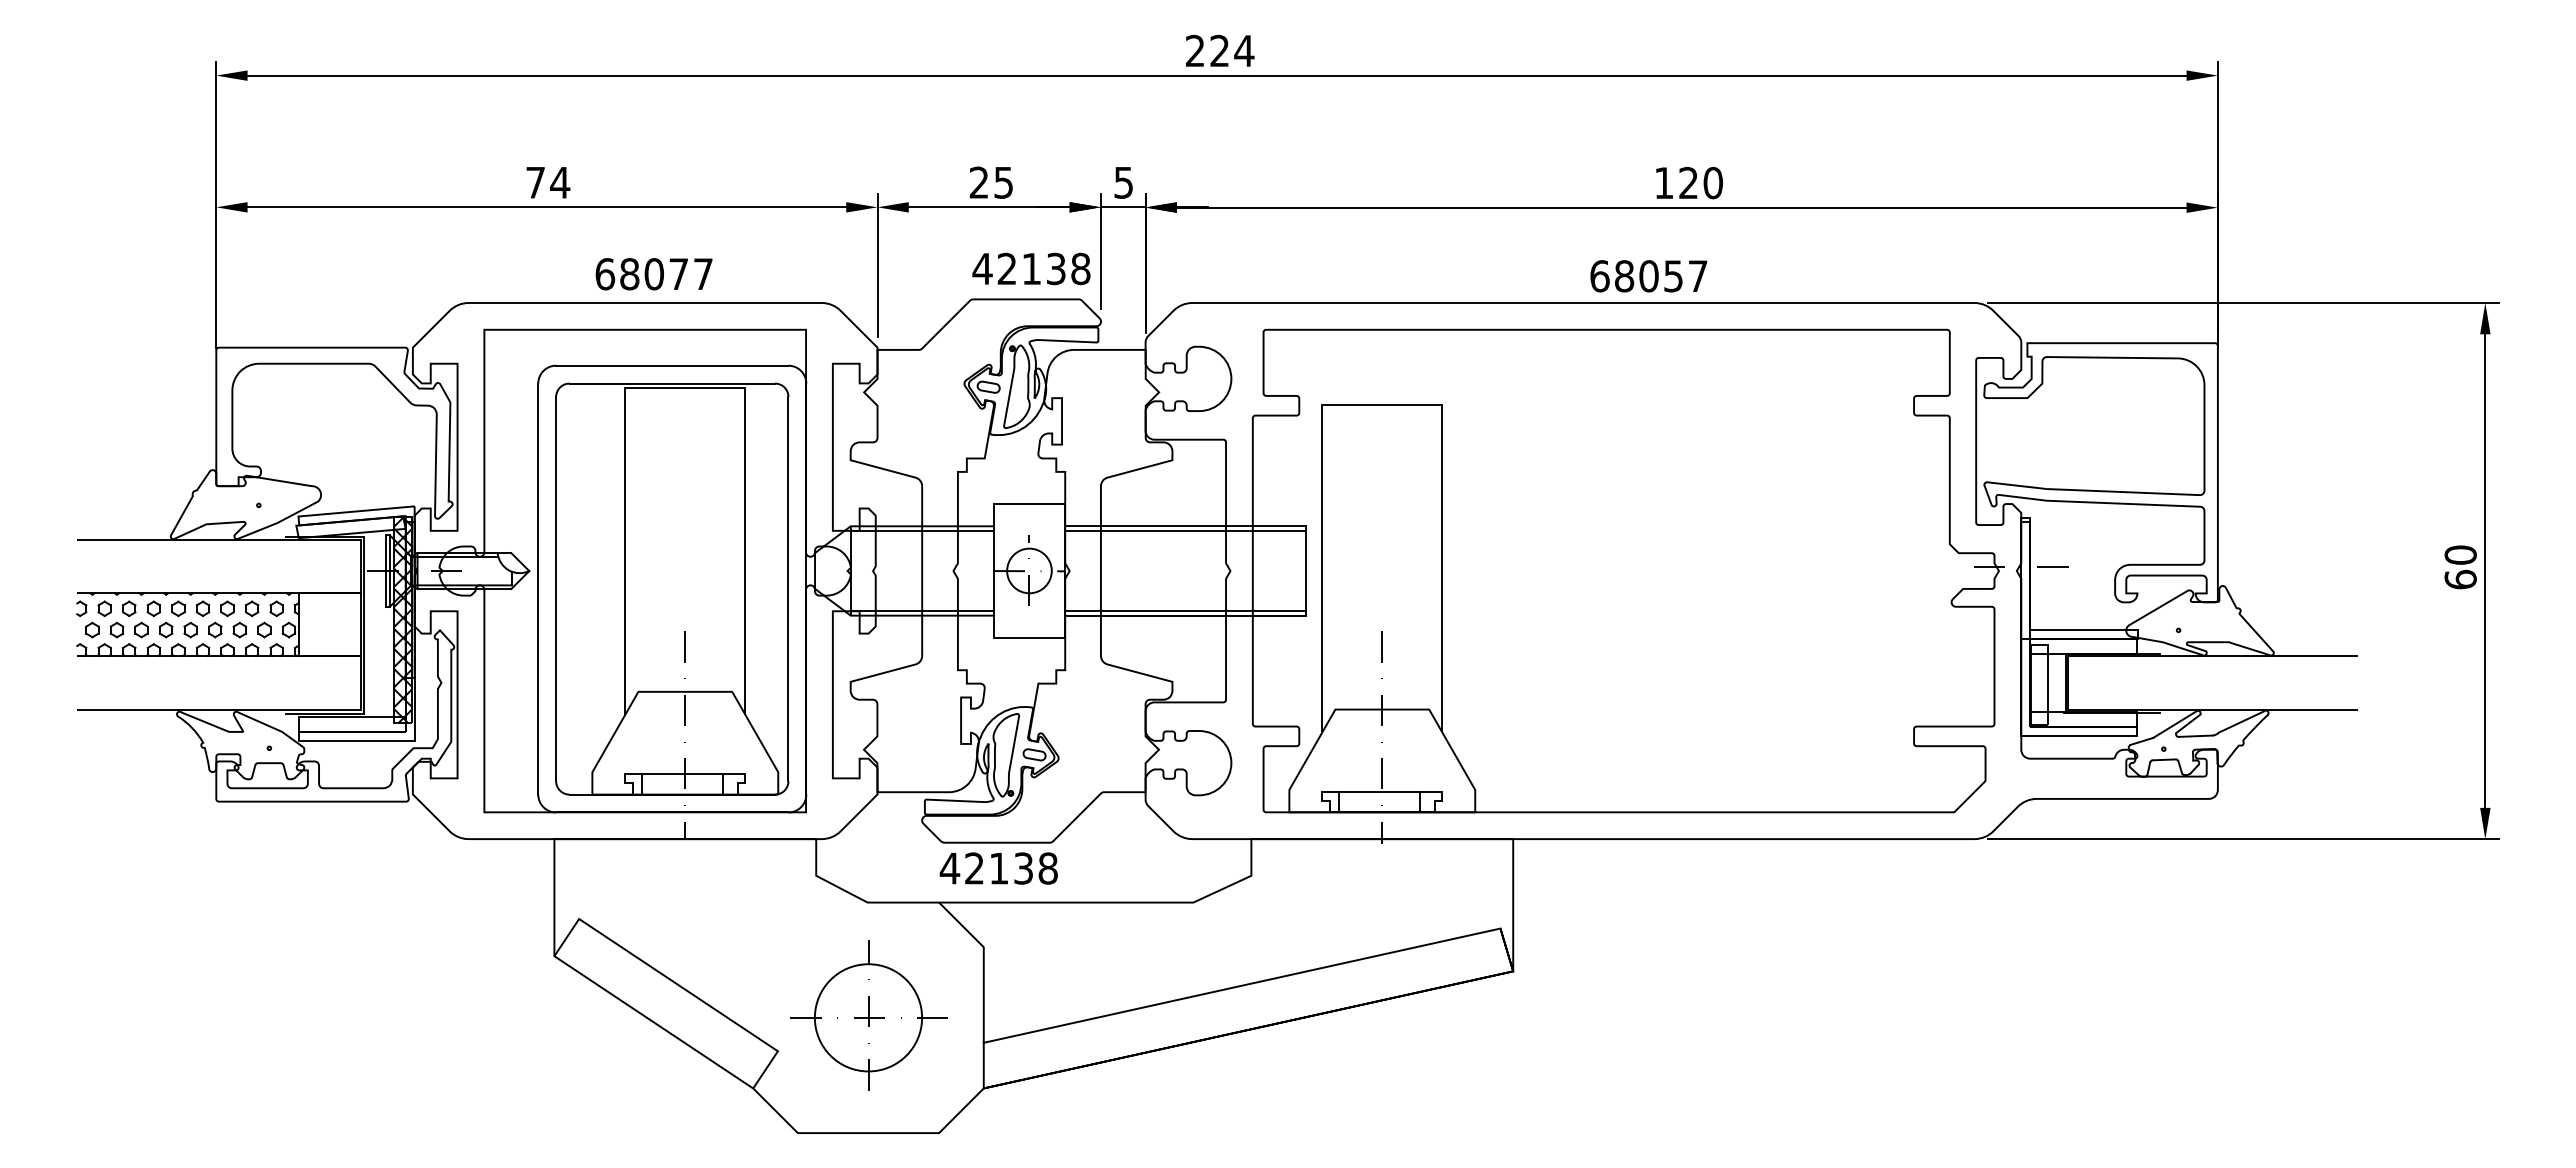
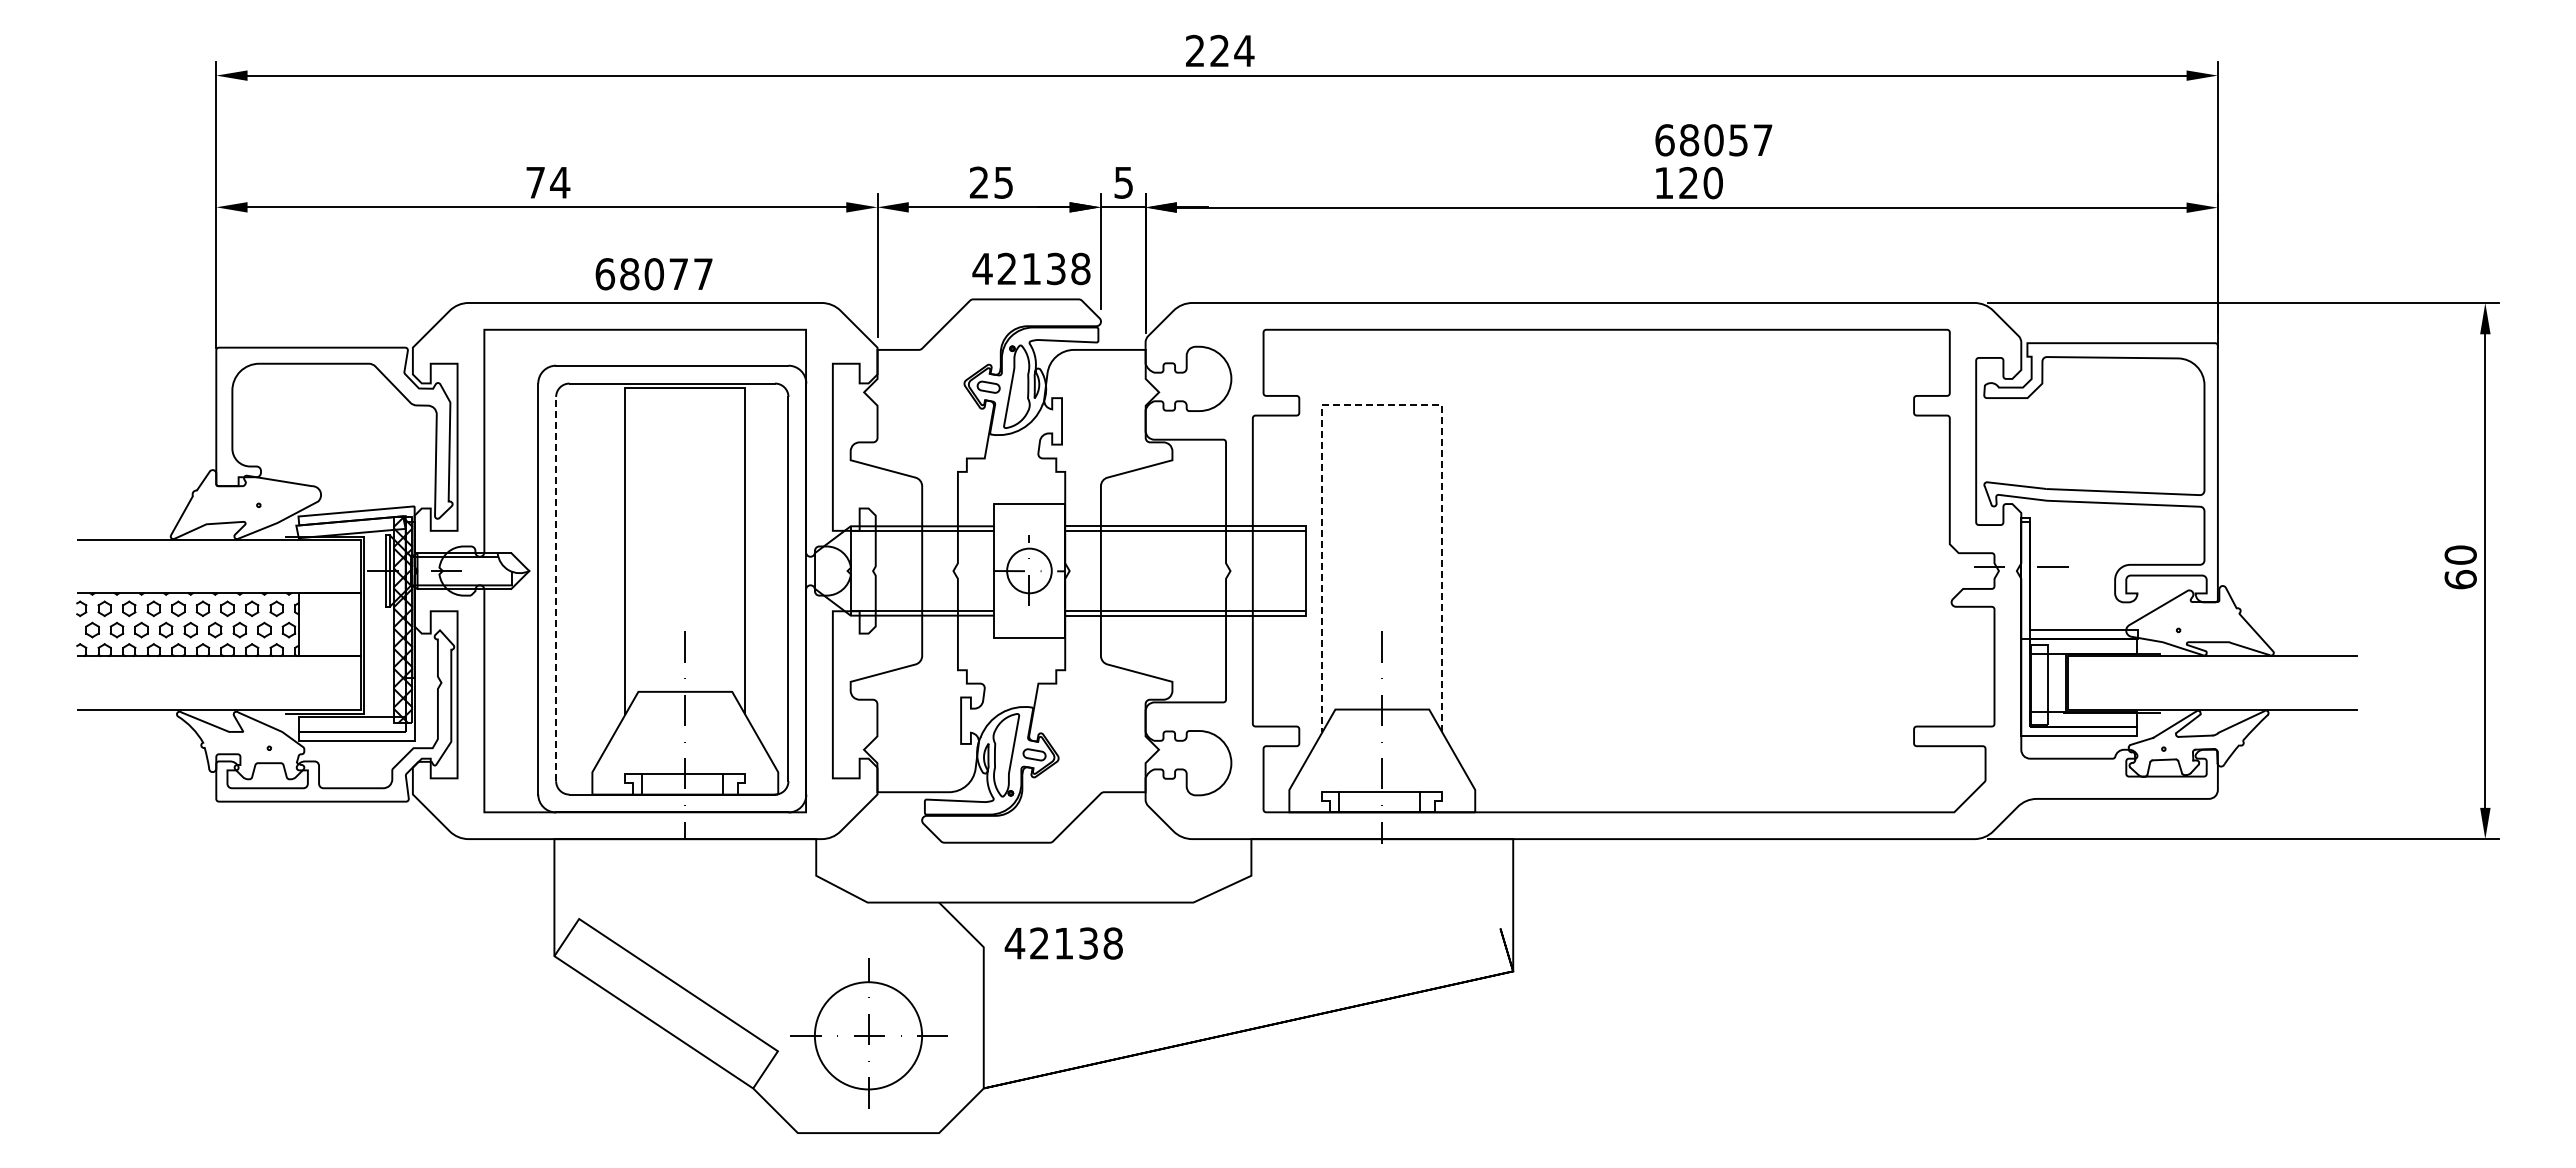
text at (1648, 276) position: (1648, 276) -> (1713, 140)
line at (1382, 404): solid -> dashed
line at (556, 588): solid -> dashed
text at (998, 868) position: (998, 868) -> (1063, 943)
line at (1241, 985): present -> none
part at (868, 1015) position: (868, 1015) -> (868, 1033)
